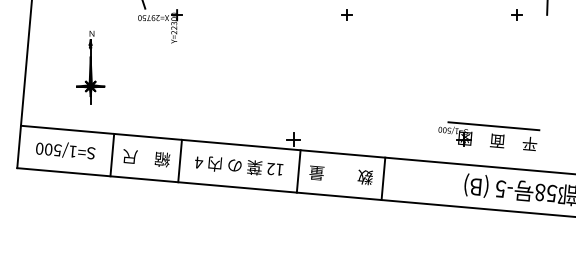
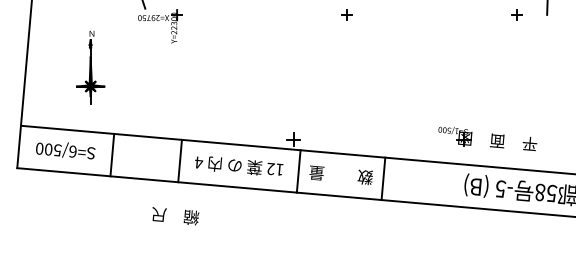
line at (493, 126): present -> none
text at (72, 151): S=1/500 -> S=6/500
text at (146, 158) position: (146, 158) -> (175, 216)
